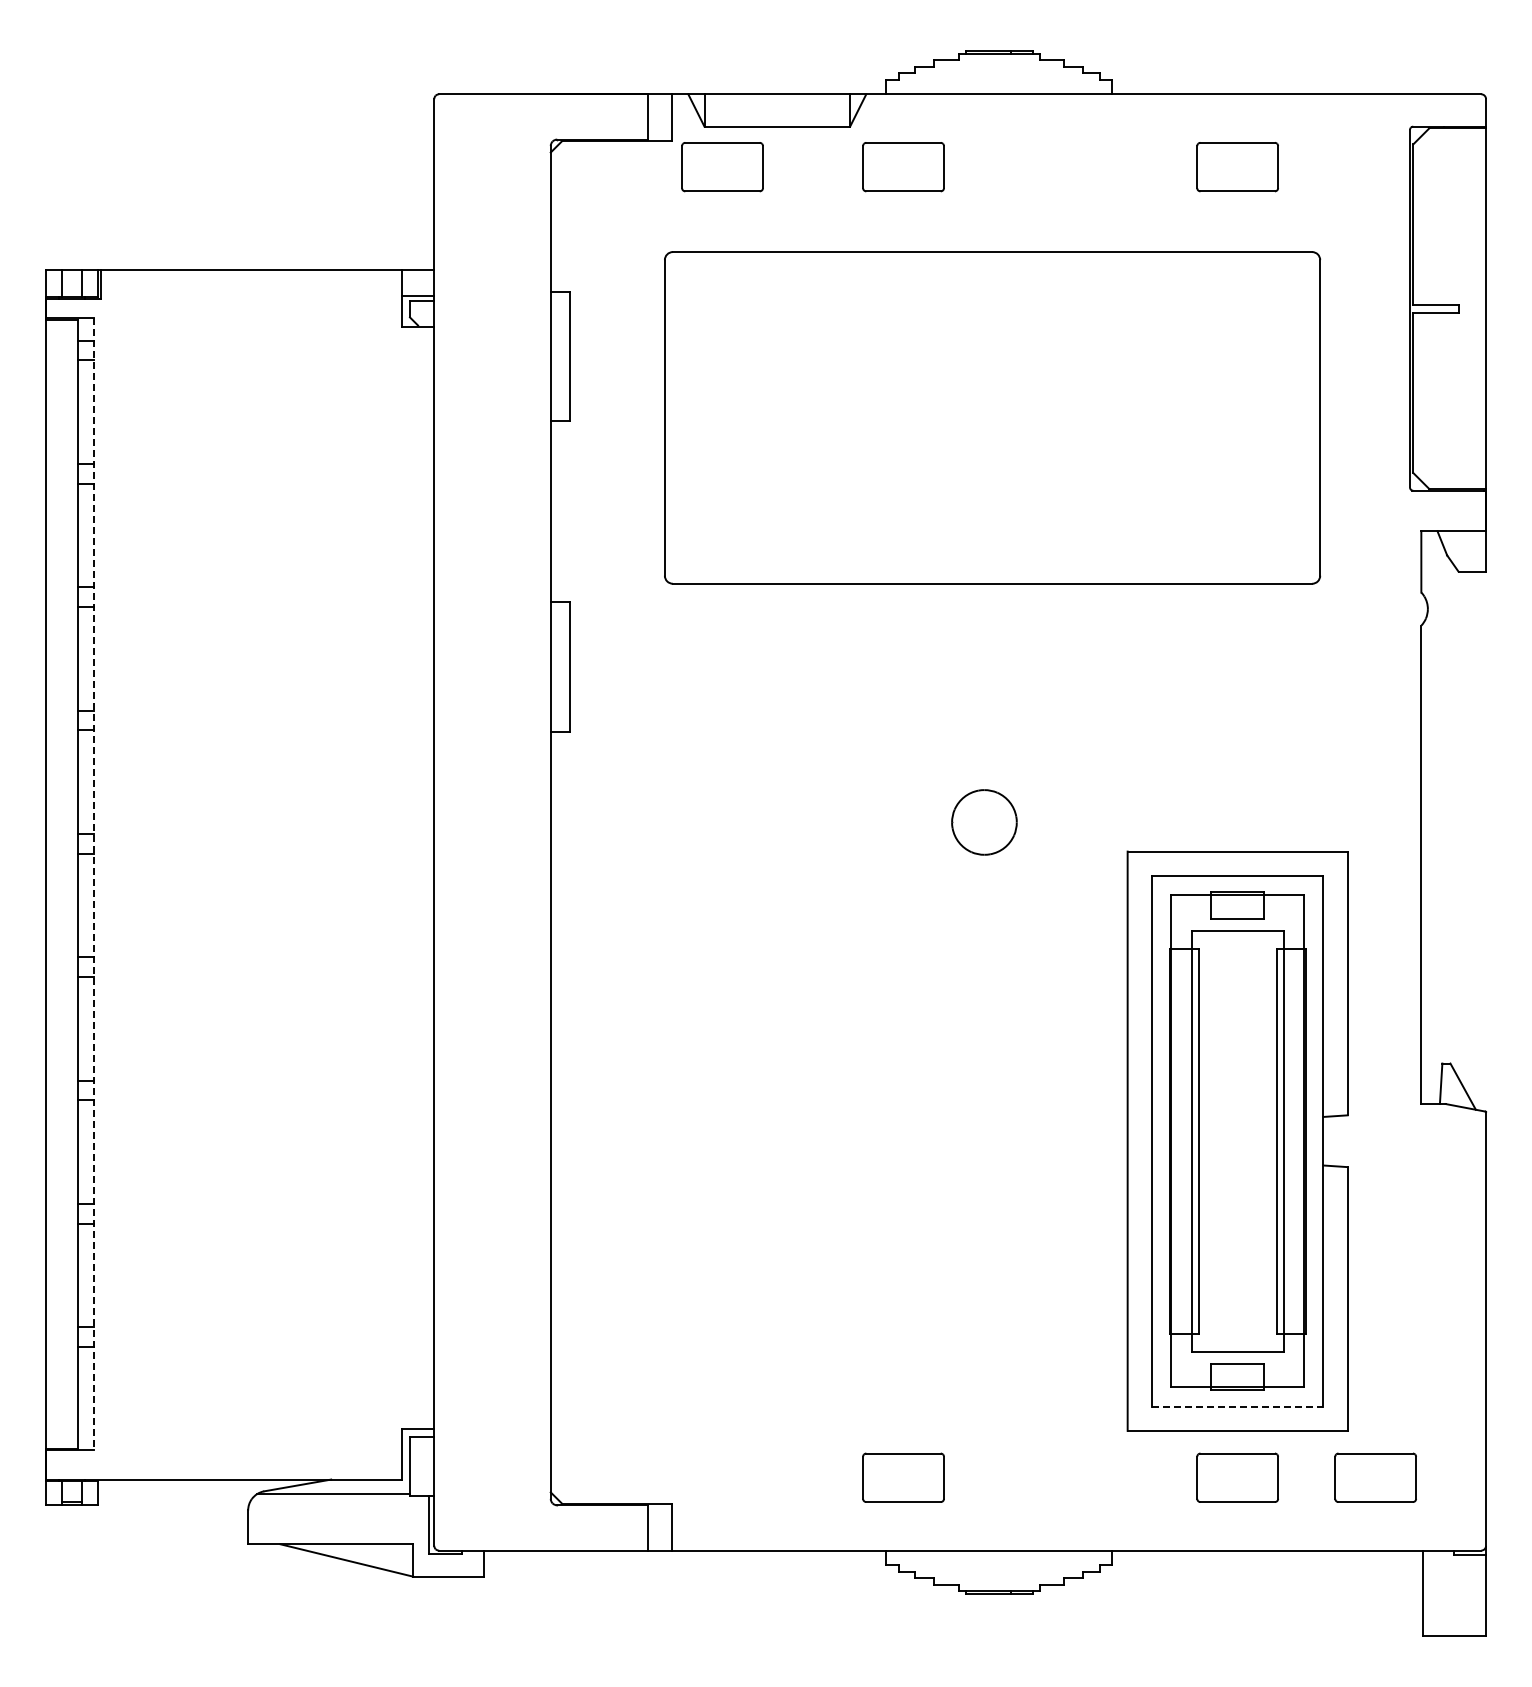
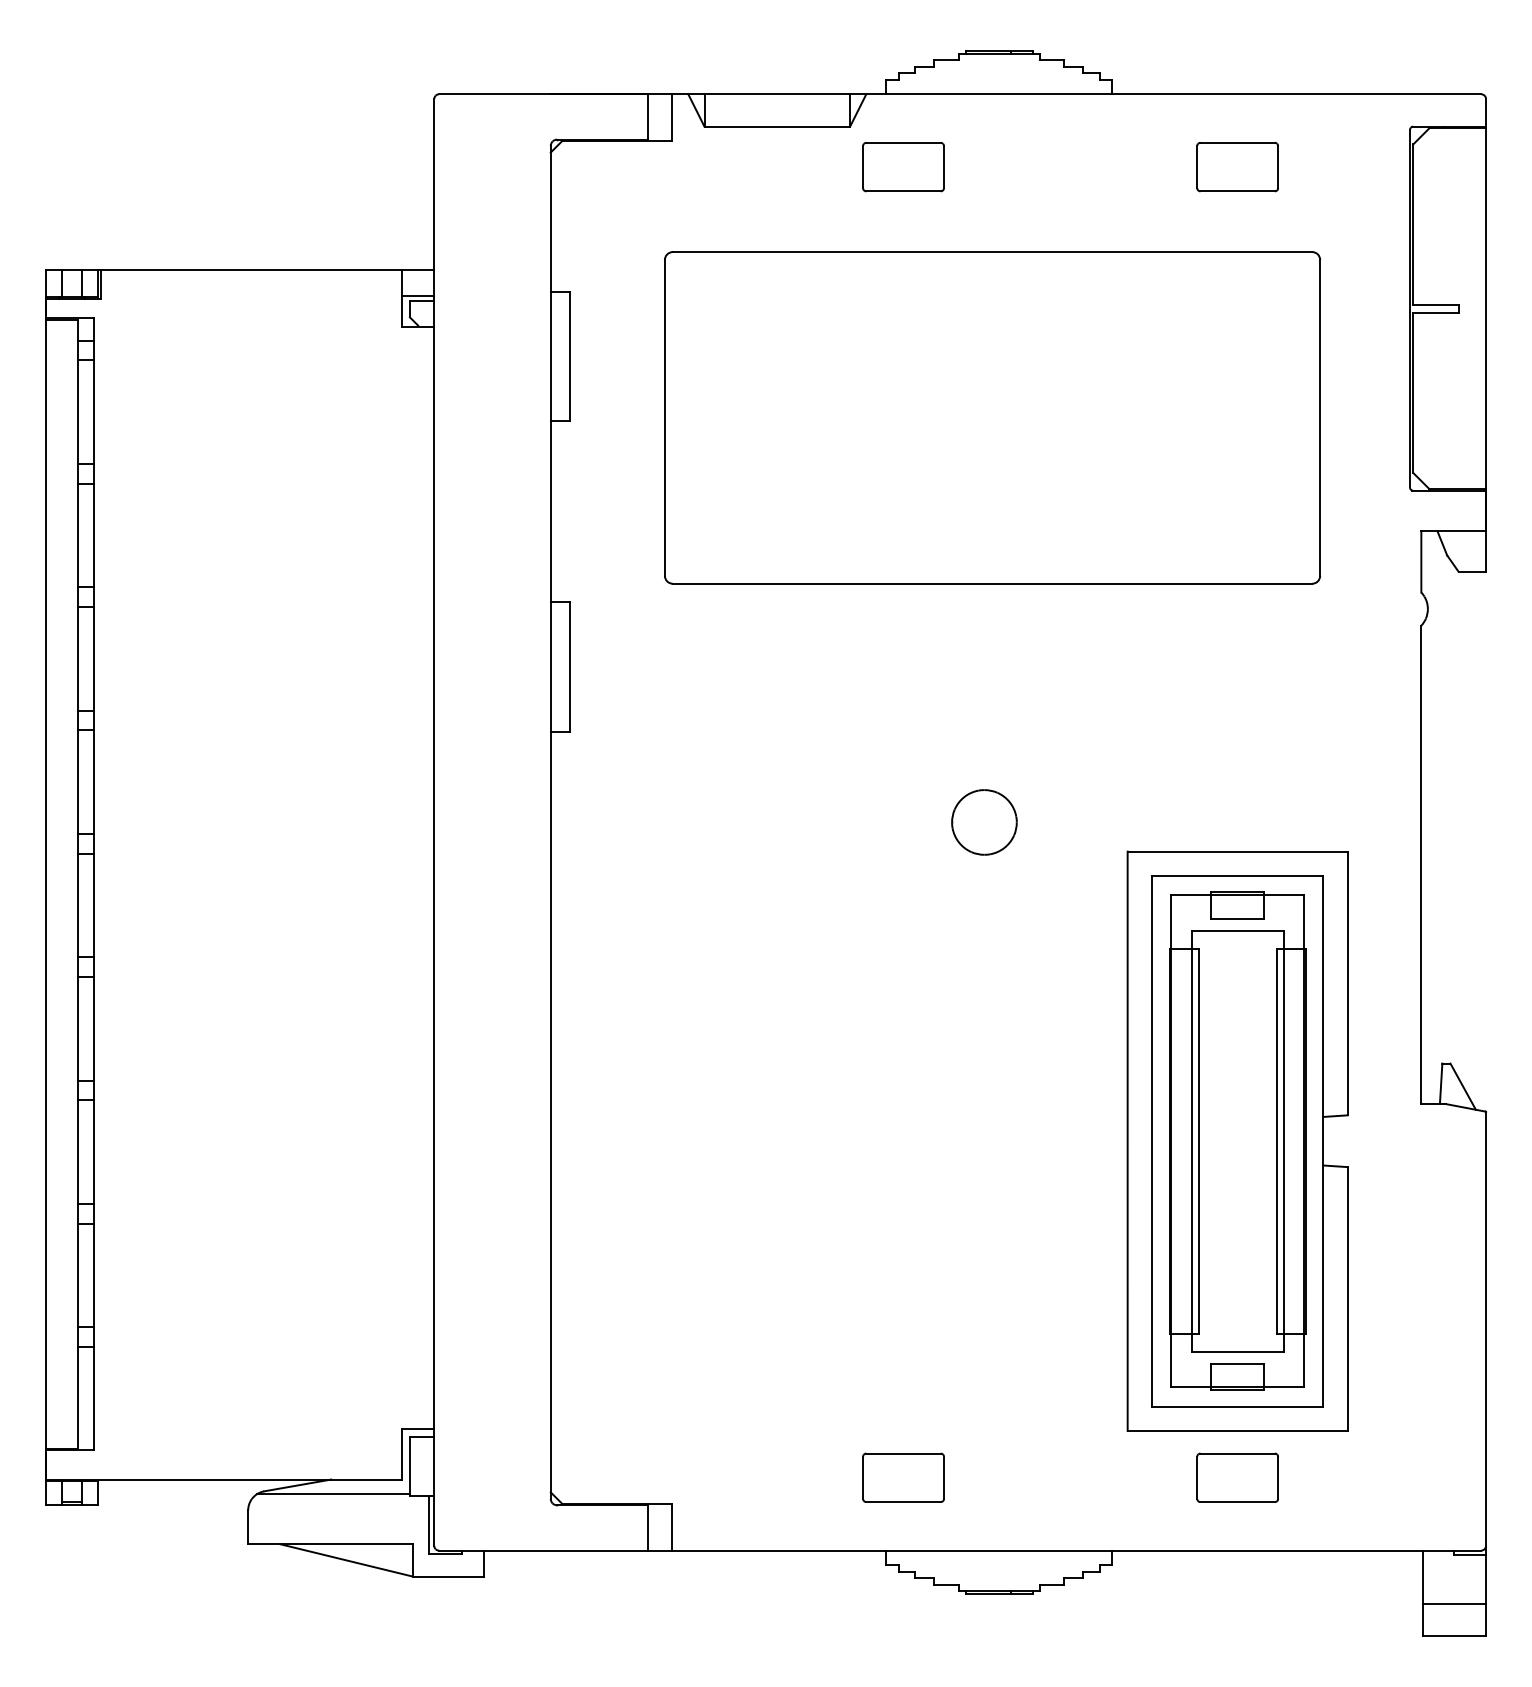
part at (722, 167): present -> none
line at (94, 884): dashed -> solid
line at (1237, 1406): dashed -> solid
part at (1375, 1477): present -> none
line at (1454, 1604): none -> present
